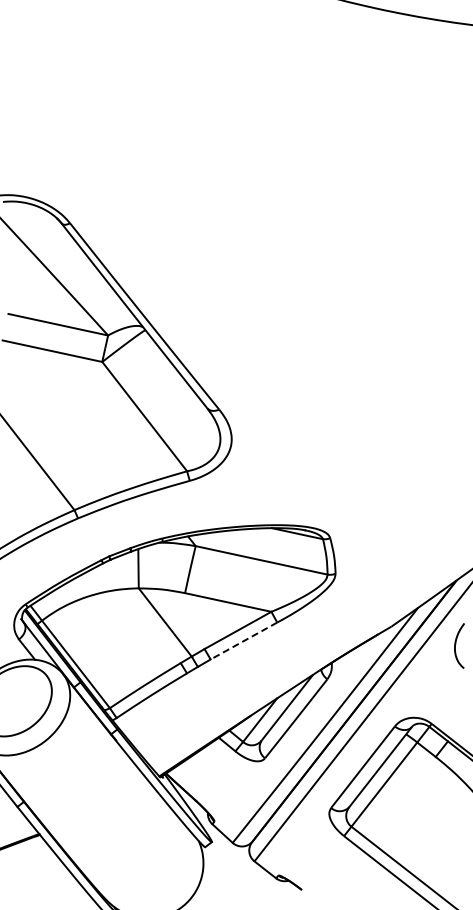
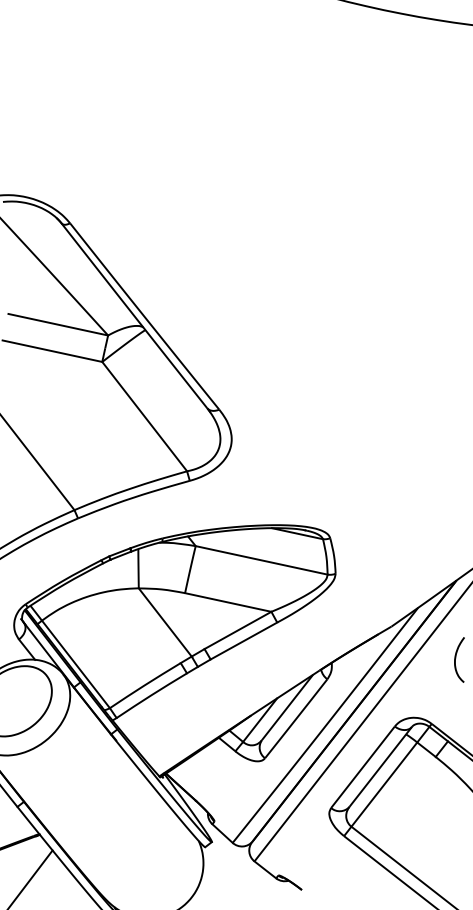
line at (243, 641): dashed -> solid
curve at (456, 644) position: (456, 644) -> (456, 658)
line at (31, 878): none -> present
